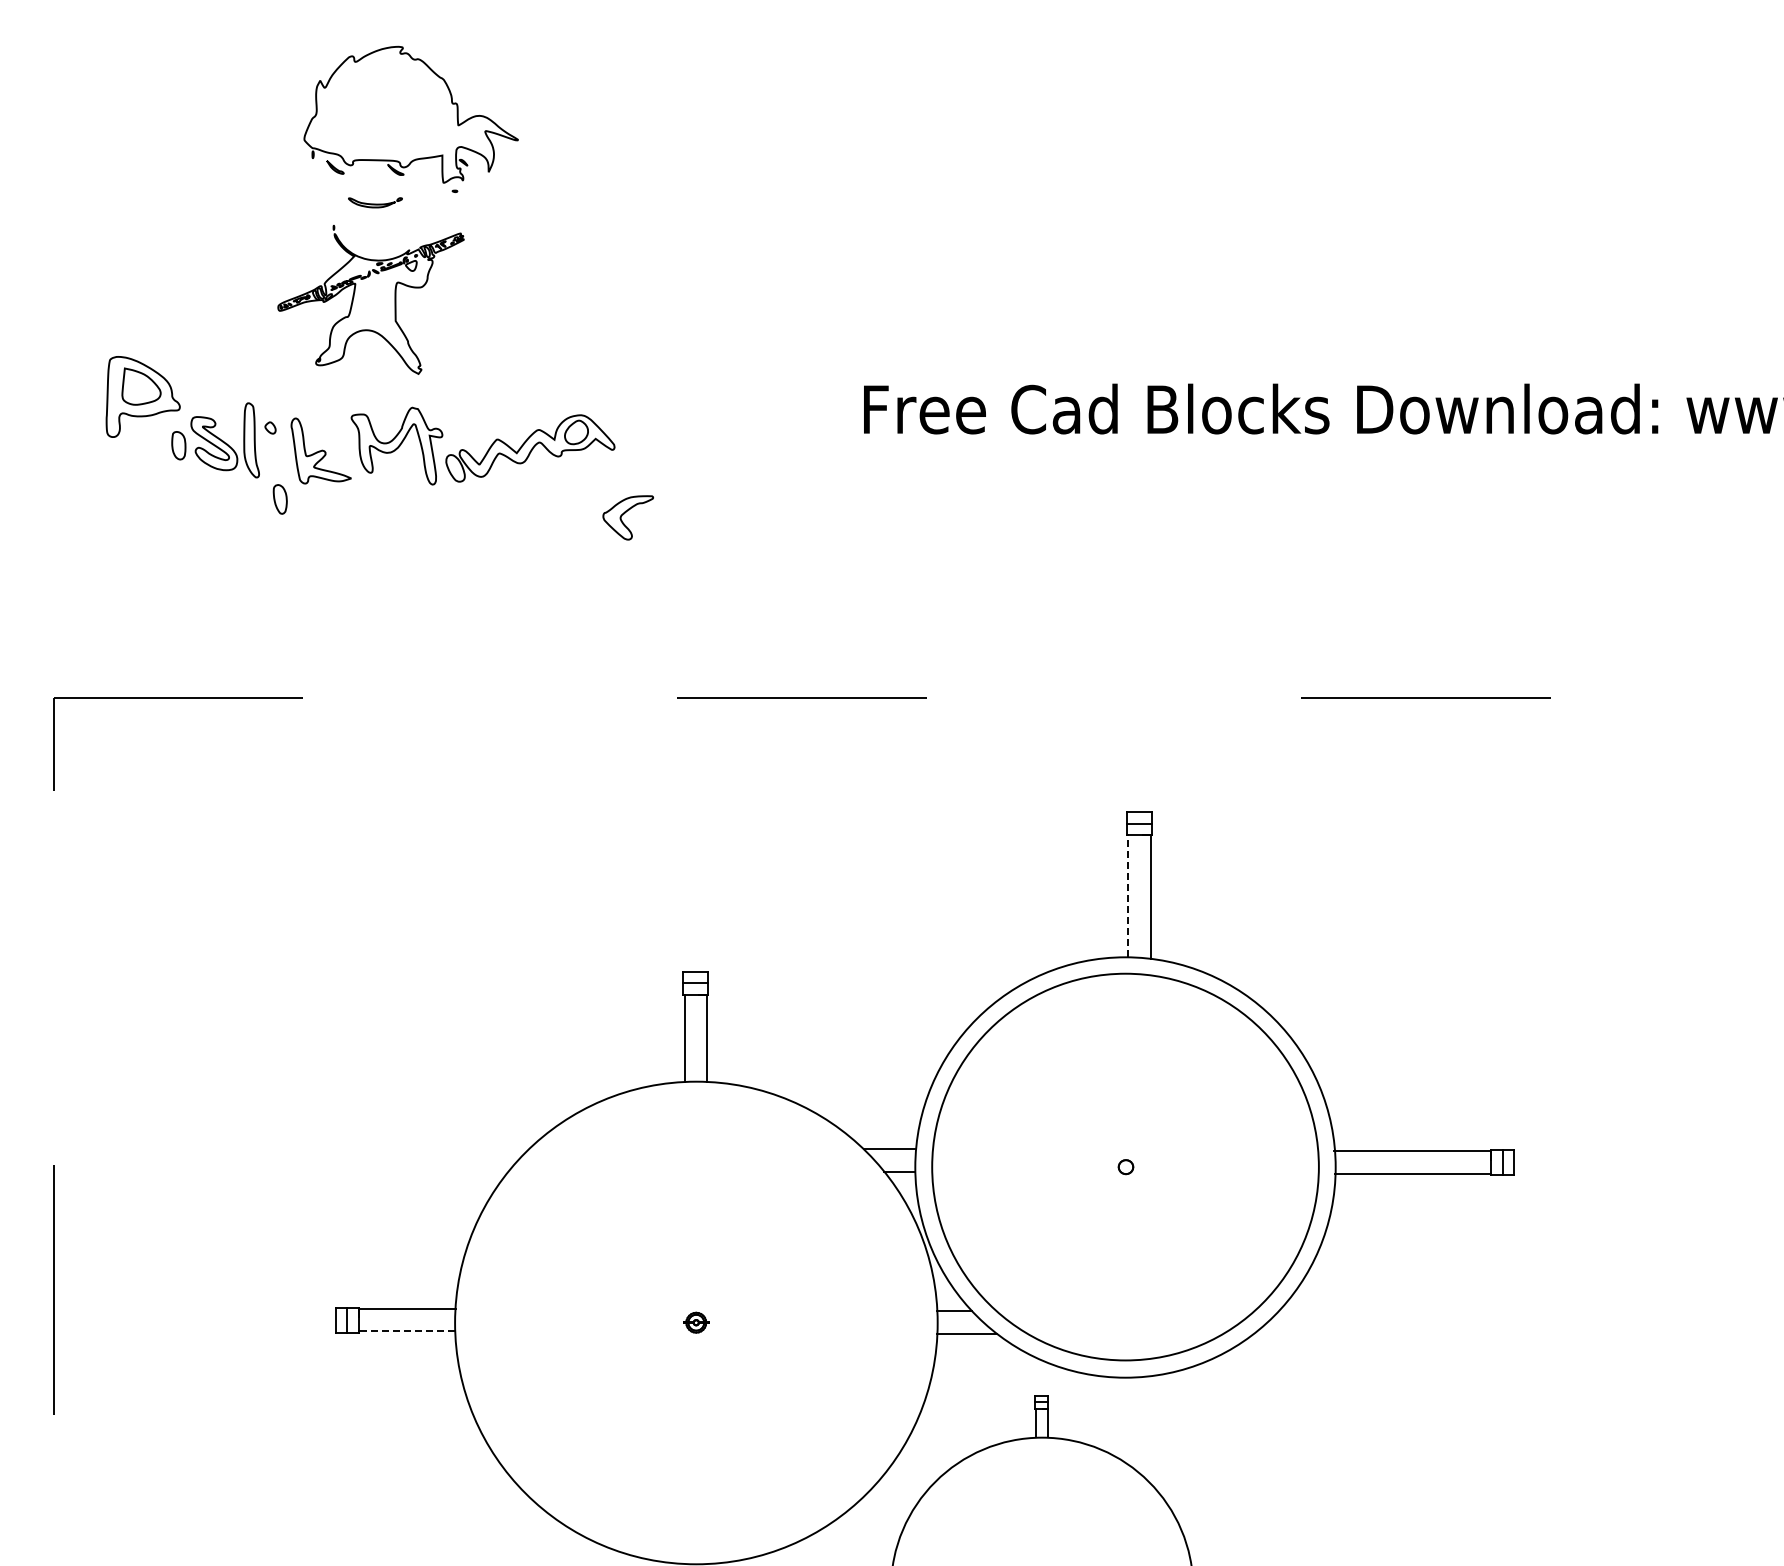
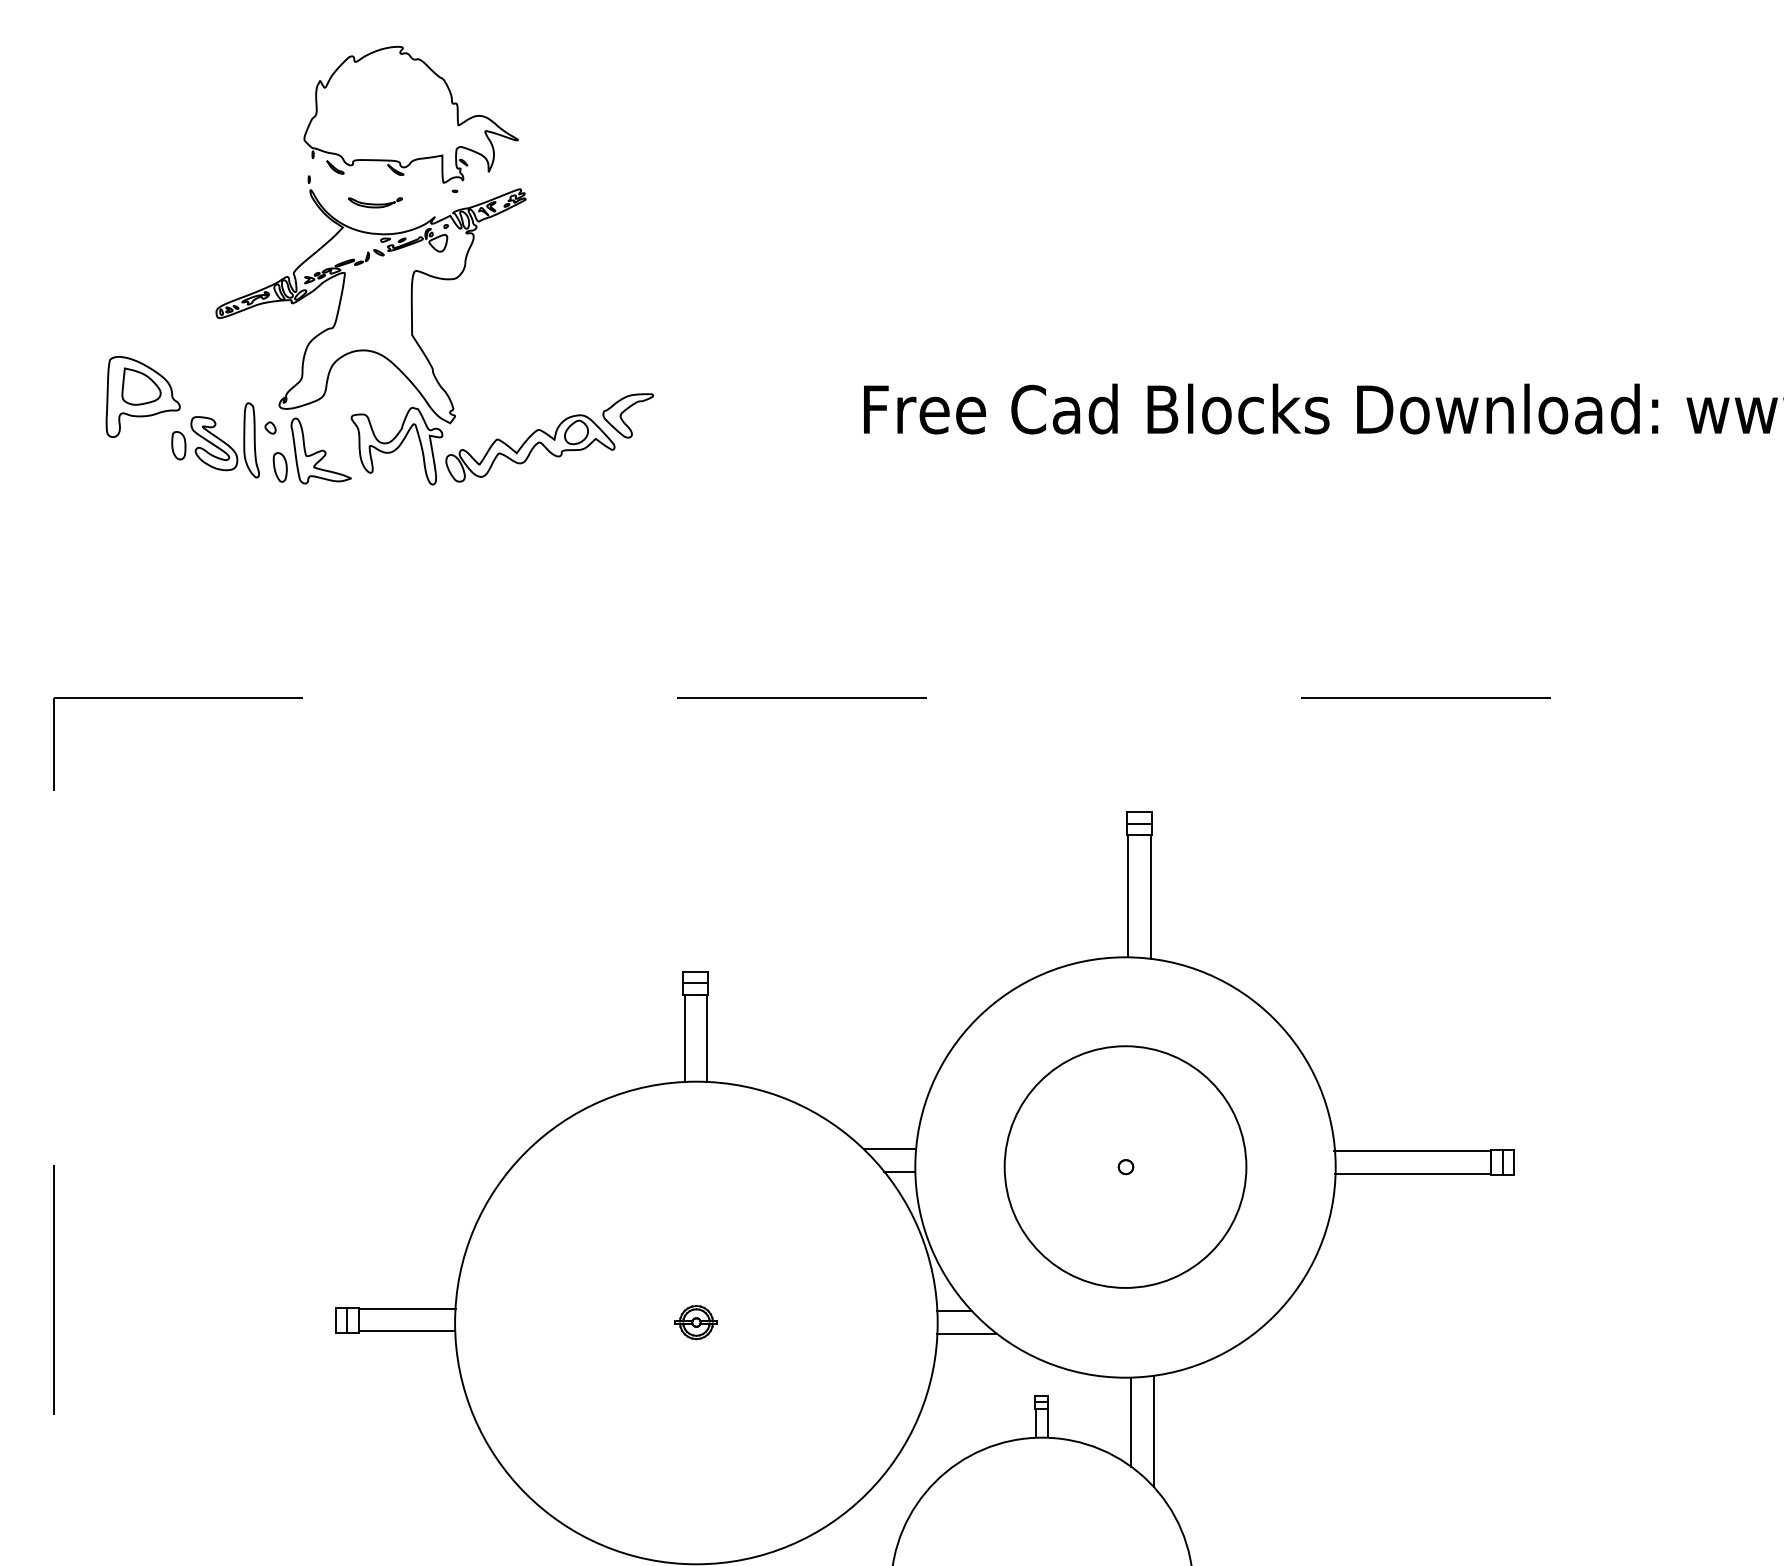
part at (370, 299) size: 188x150 px -> 312x250 px
part at (279, 499) position: (279, 499) -> (279, 467)
part at (627, 517) position: (627, 517) -> (627, 415)
line at (1128, 895): dashed -> solid
circle at (1125, 1166) diameter: 387 px -> 242 px
part at (696, 1322) size: 27x23 px -> 44x36 px
line at (406, 1331): dashed -> solid
line at (1131, 1422): none -> present
line at (1153, 1431): none -> present
